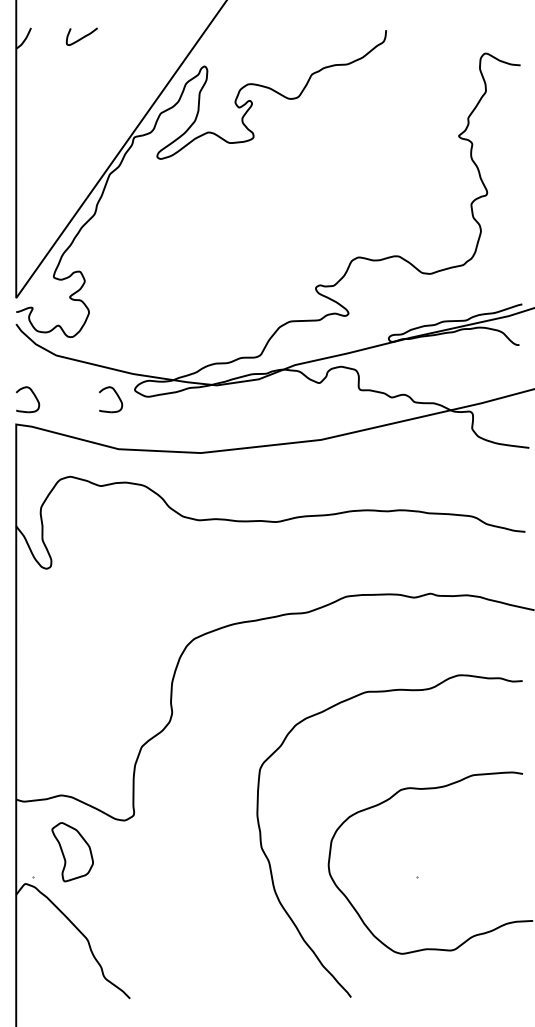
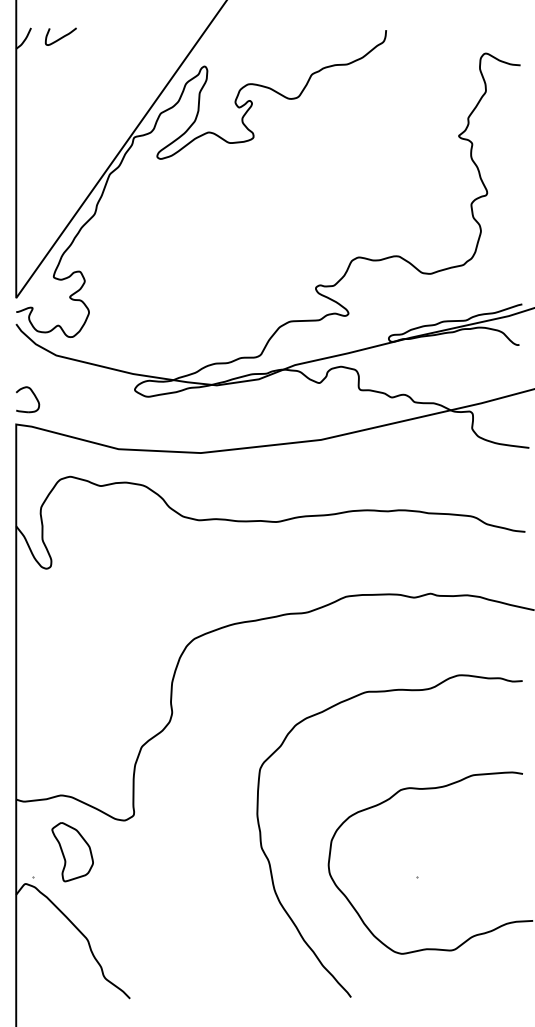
curve at (81, 37) position: (81, 37) -> (60, 37)
part at (116, 395): present -> none
